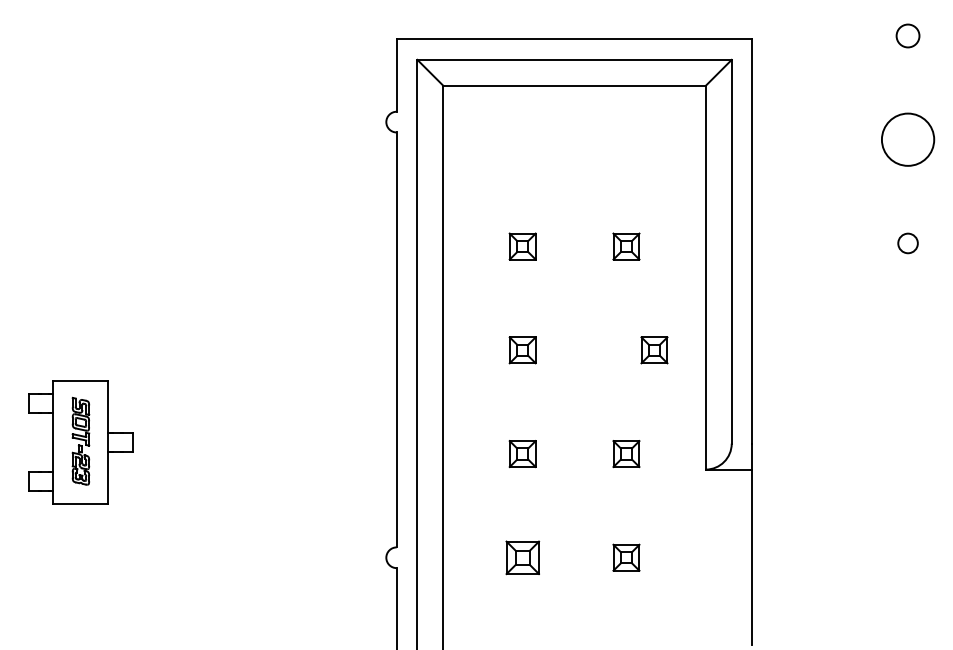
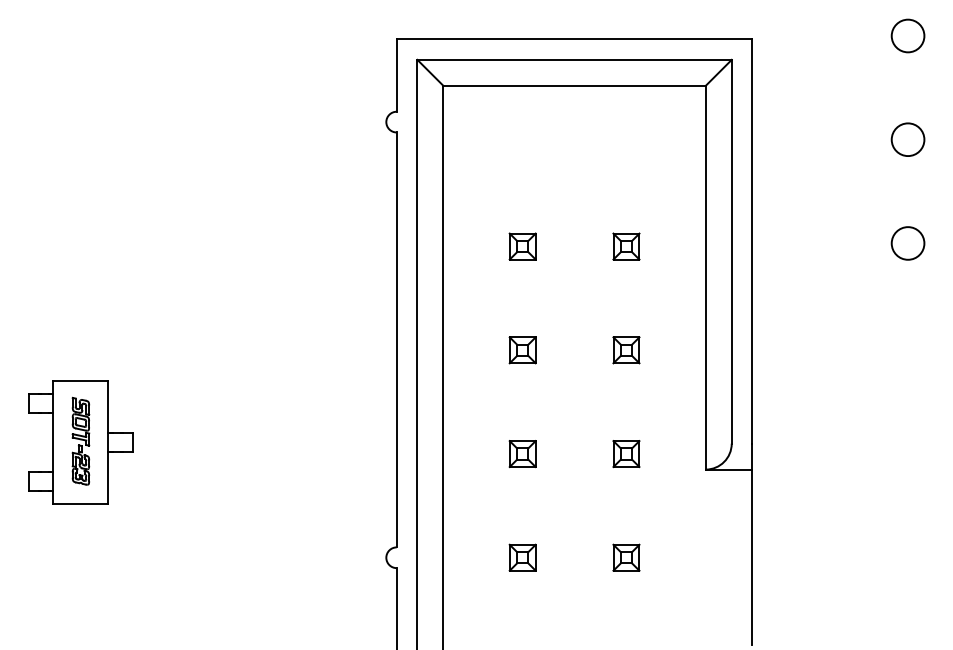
circle at (907, 35) size: 26x26 px -> 36x36 px
circle at (907, 139) diameter: 52 px -> 33 px
circle at (907, 243) diameter: 20 px -> 33 px
part at (654, 350) position: (654, 350) -> (626, 350)
part at (522, 557) size: 36x36 px -> 29x29 px
